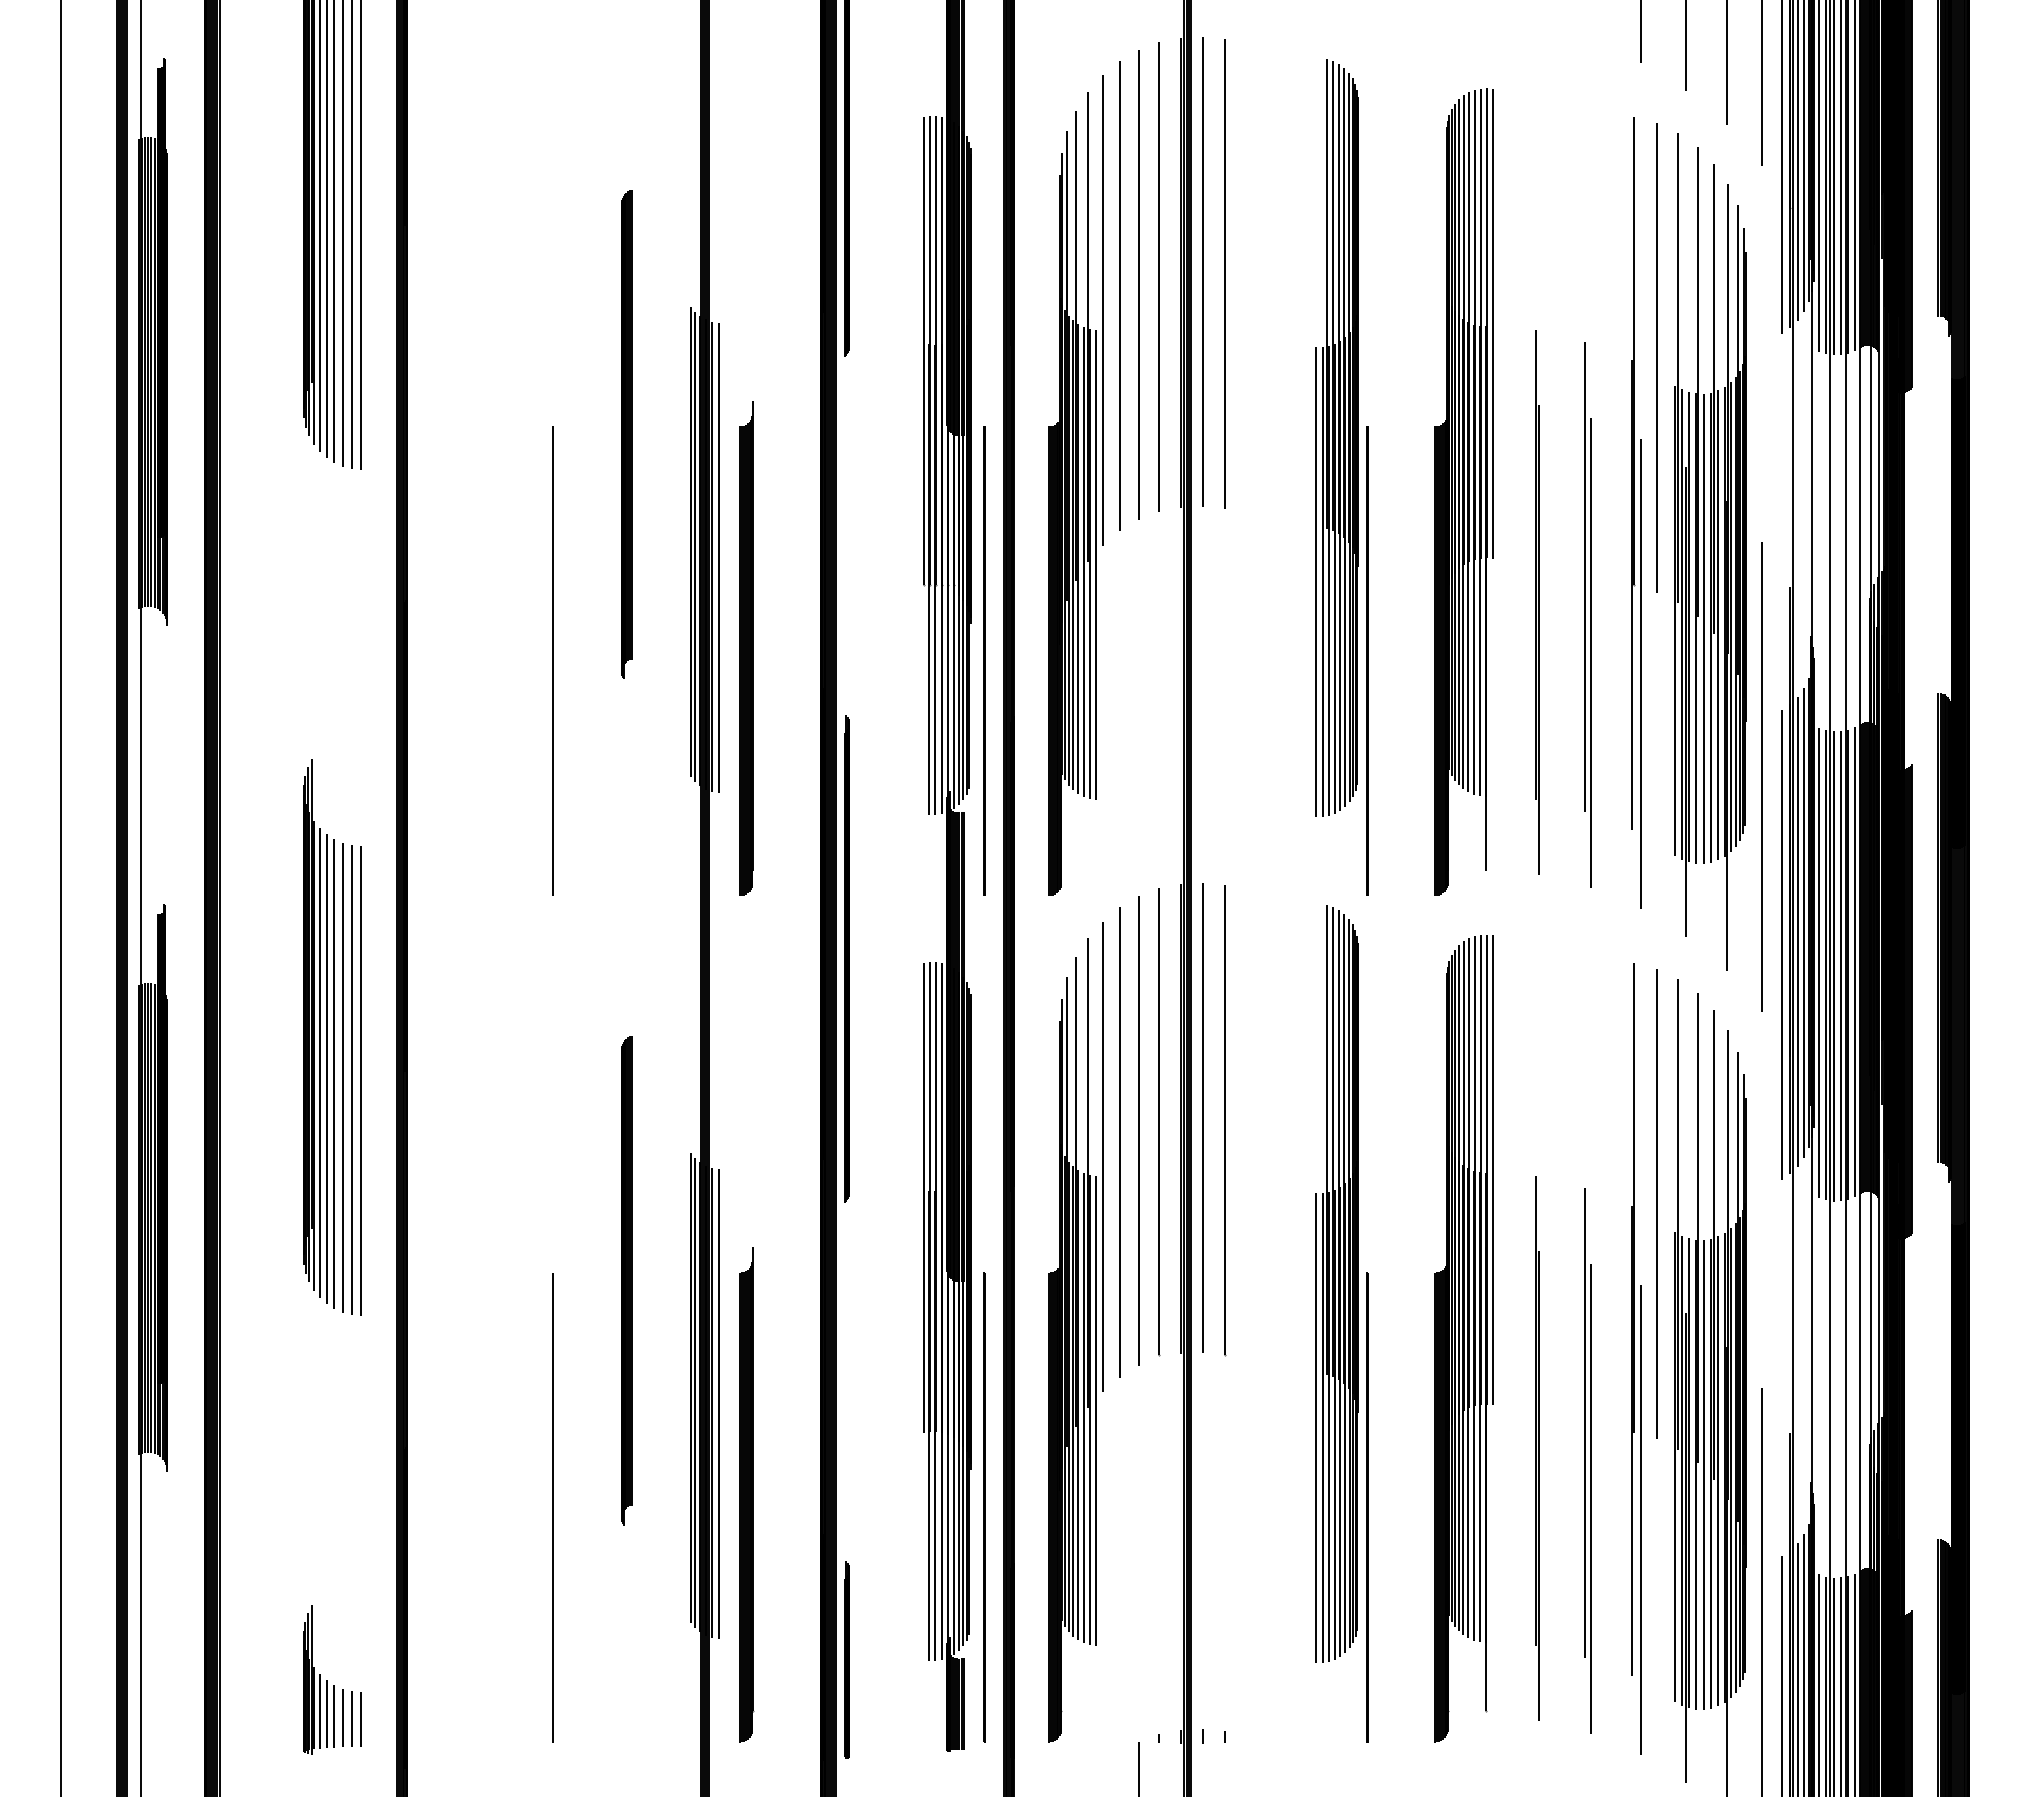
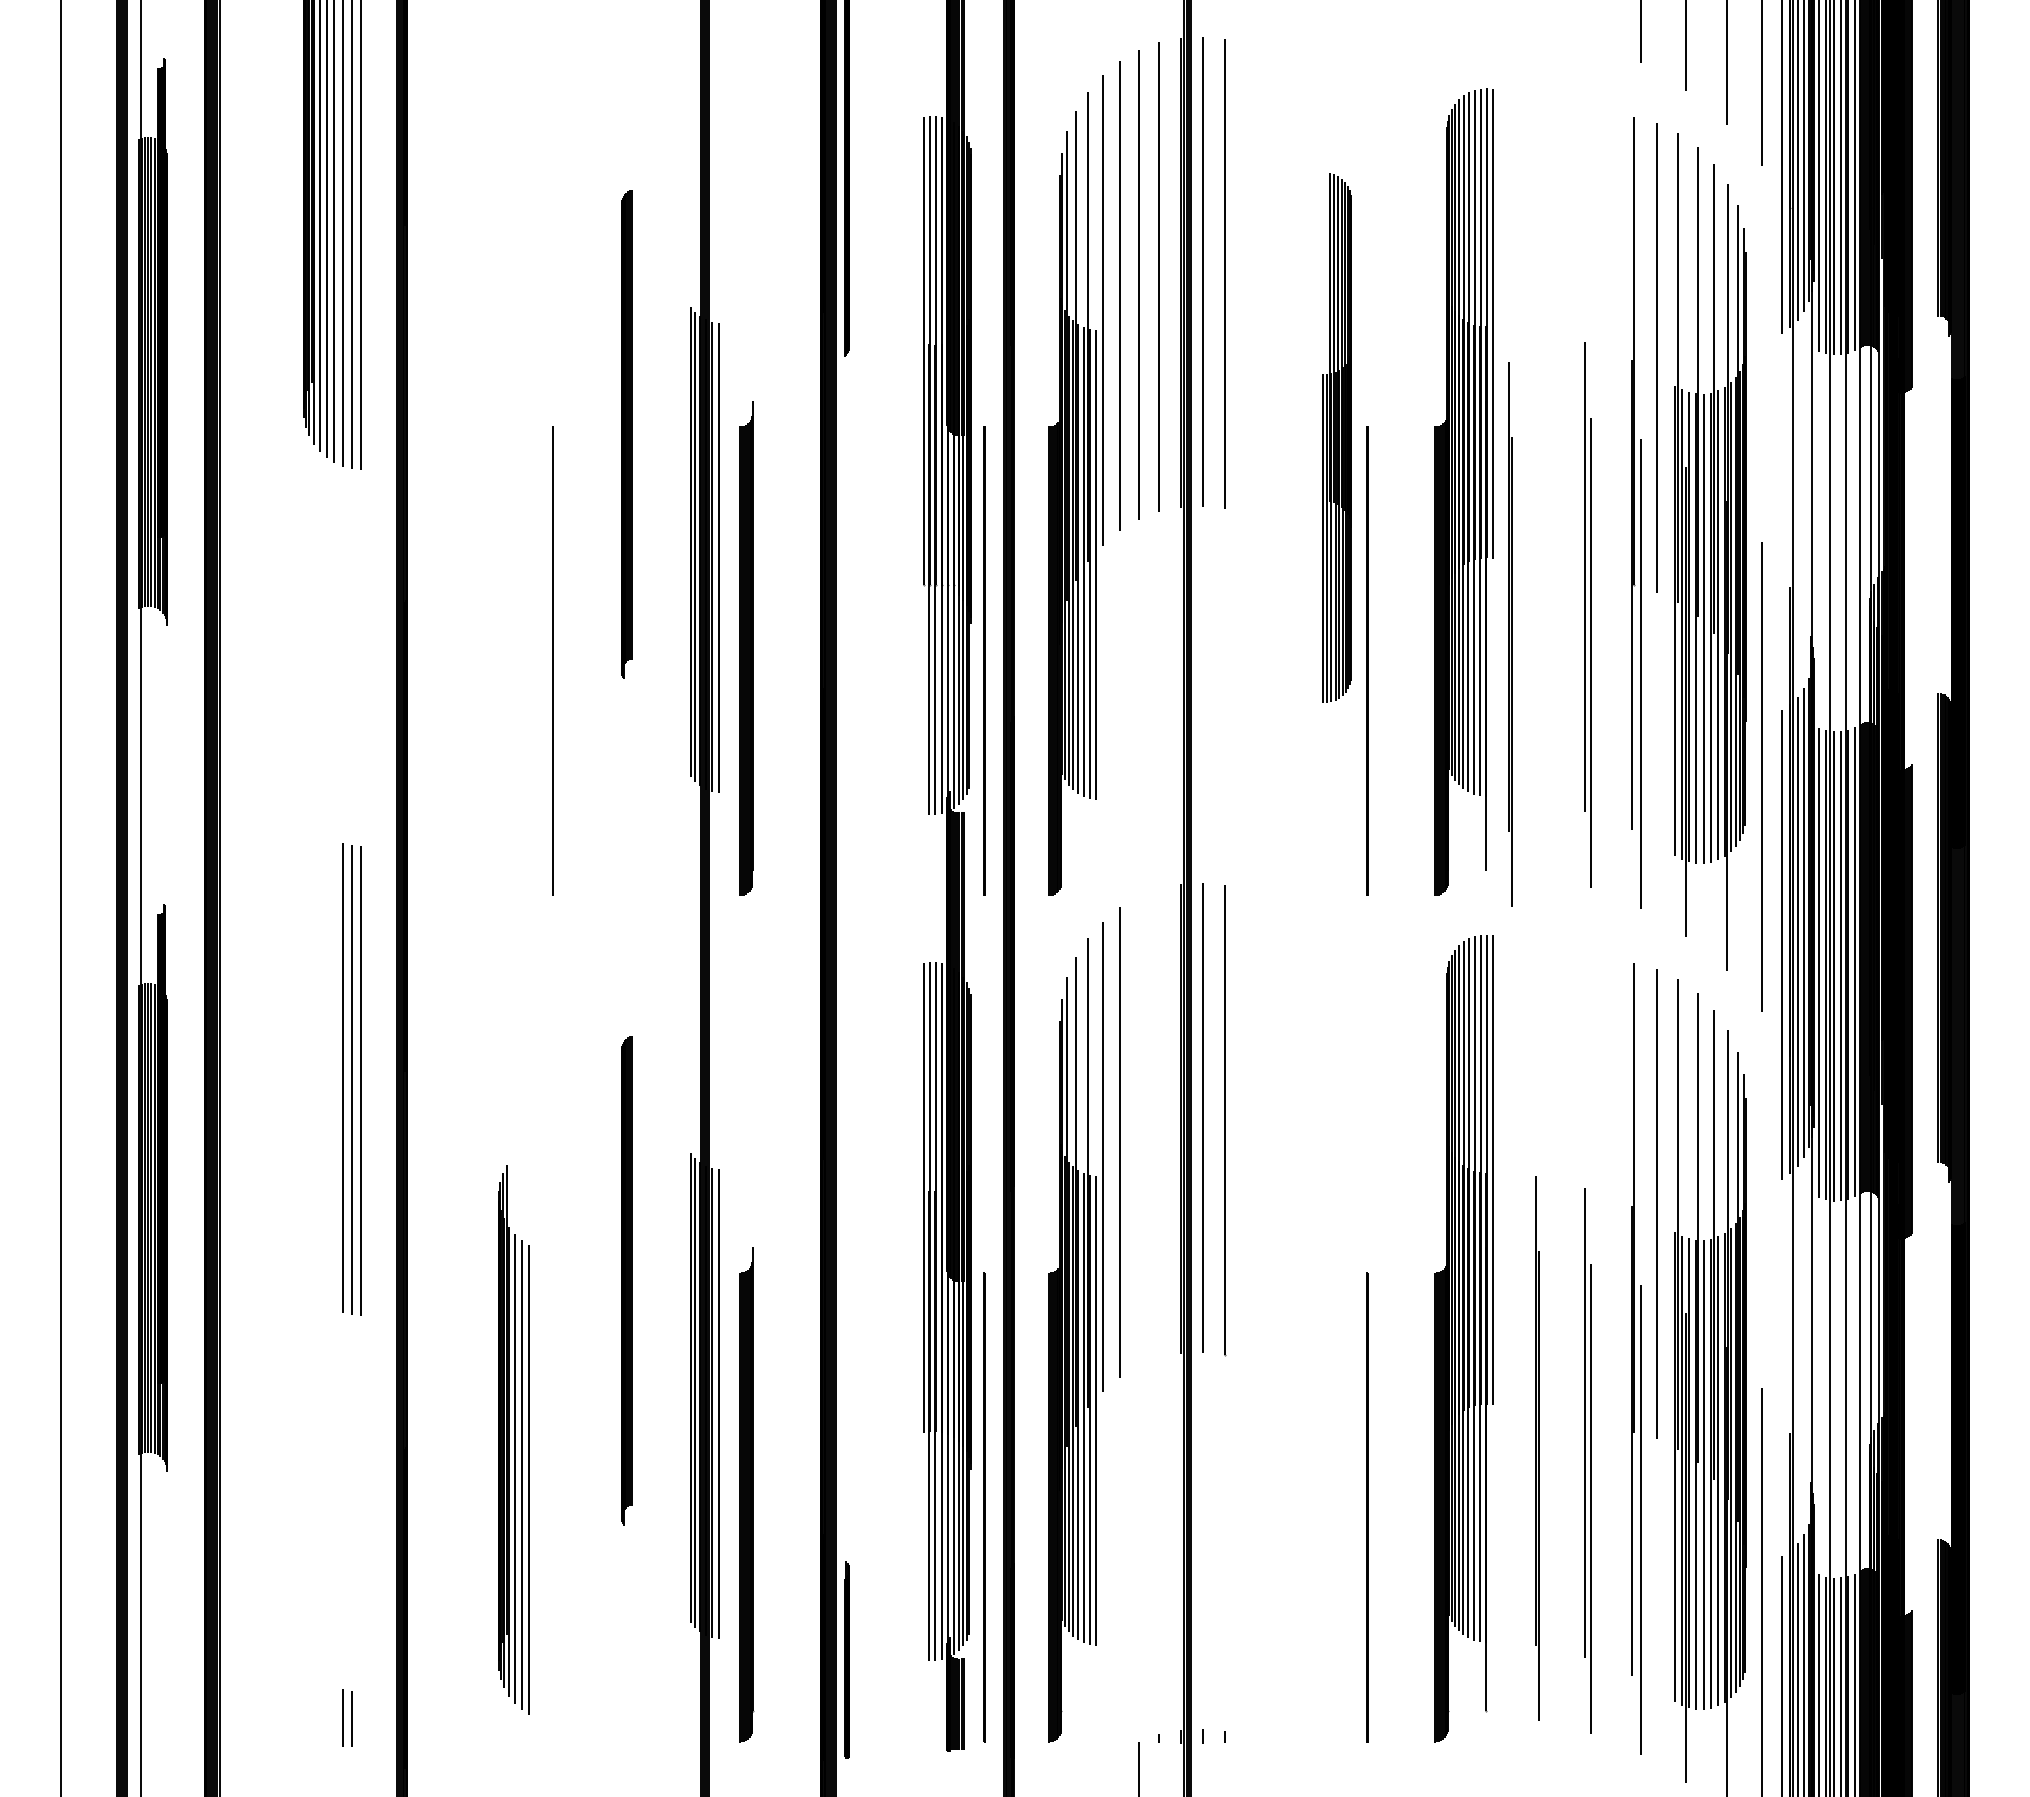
part at (1336, 437) size: 44x758 px -> 30x530 px
part at (1537, 602) position: (1537, 602) -> (1510, 634)
part at (846, 958): present -> none
part at (318, 1033) position: (318, 1033) -> (513, 1439)
line at (1159, 1122): present -> none
line at (1138, 1130): present -> none
part at (1336, 1283): present -> none
line at (552, 1507): present -> none
part at (318, 1679): present -> none
line at (361, 1719): present -> none
